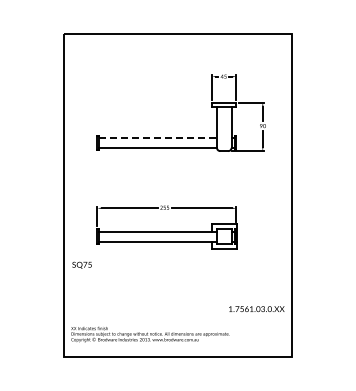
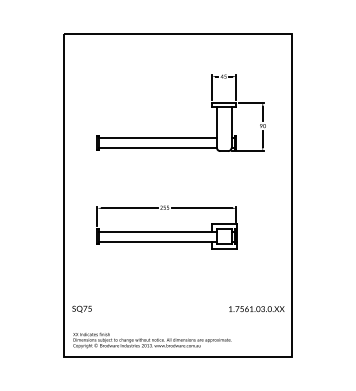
line at (158, 137): dashed -> solid
text at (81, 264) position: (81, 264) -> (81, 308)
text at (150, 334) position: (150, 334) -> (152, 340)
